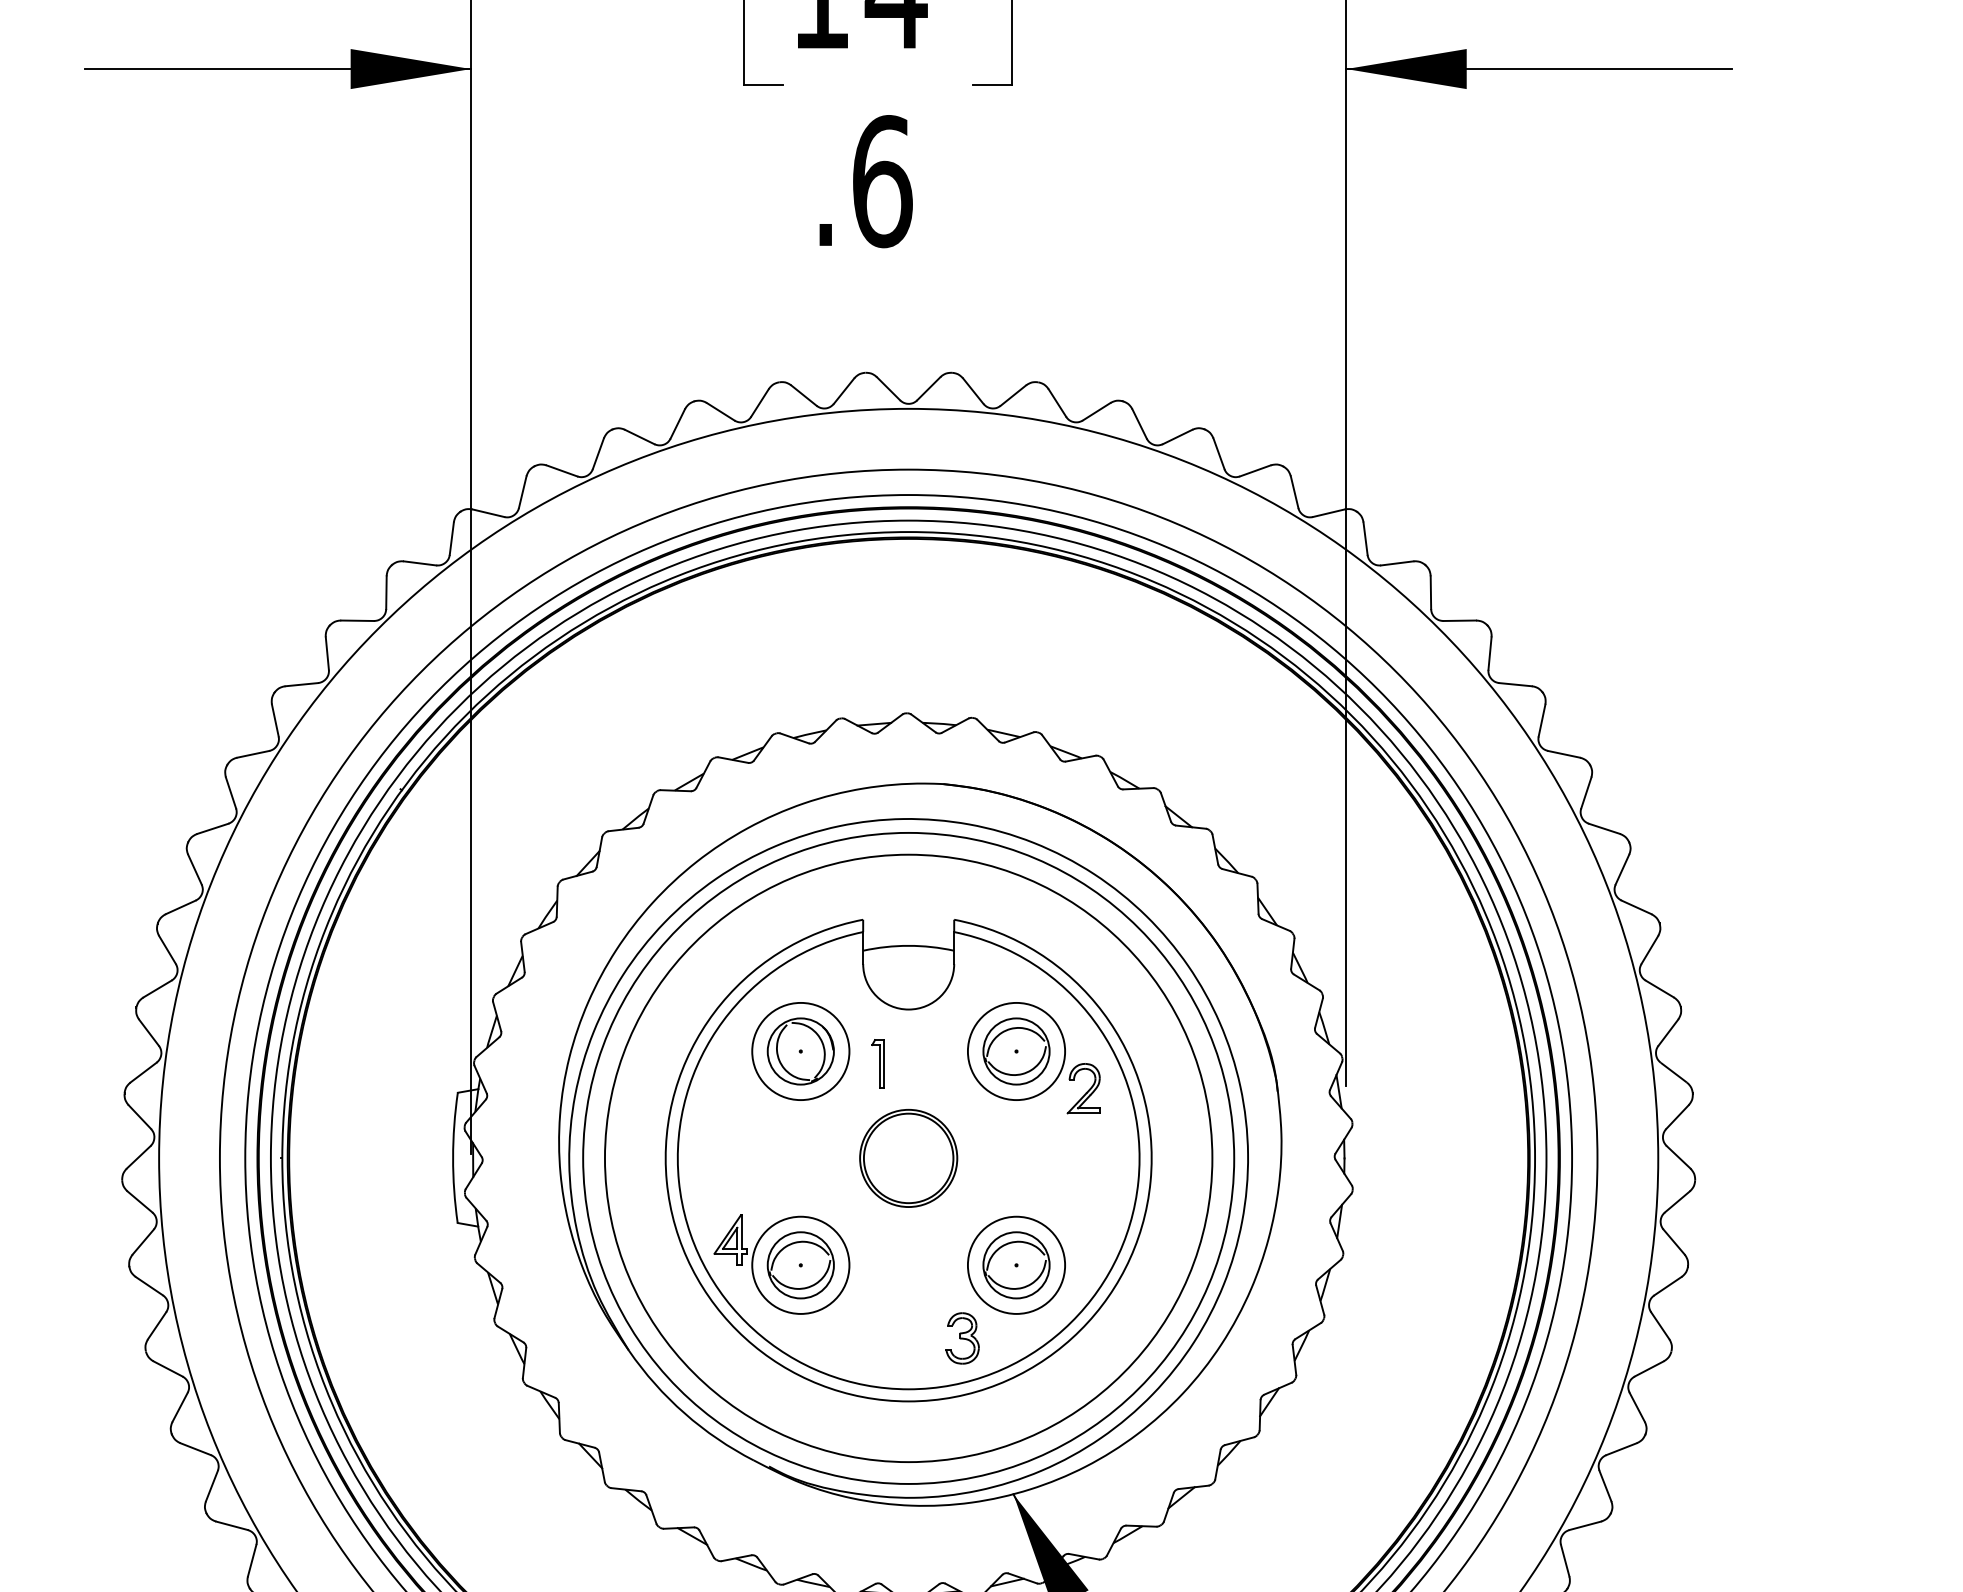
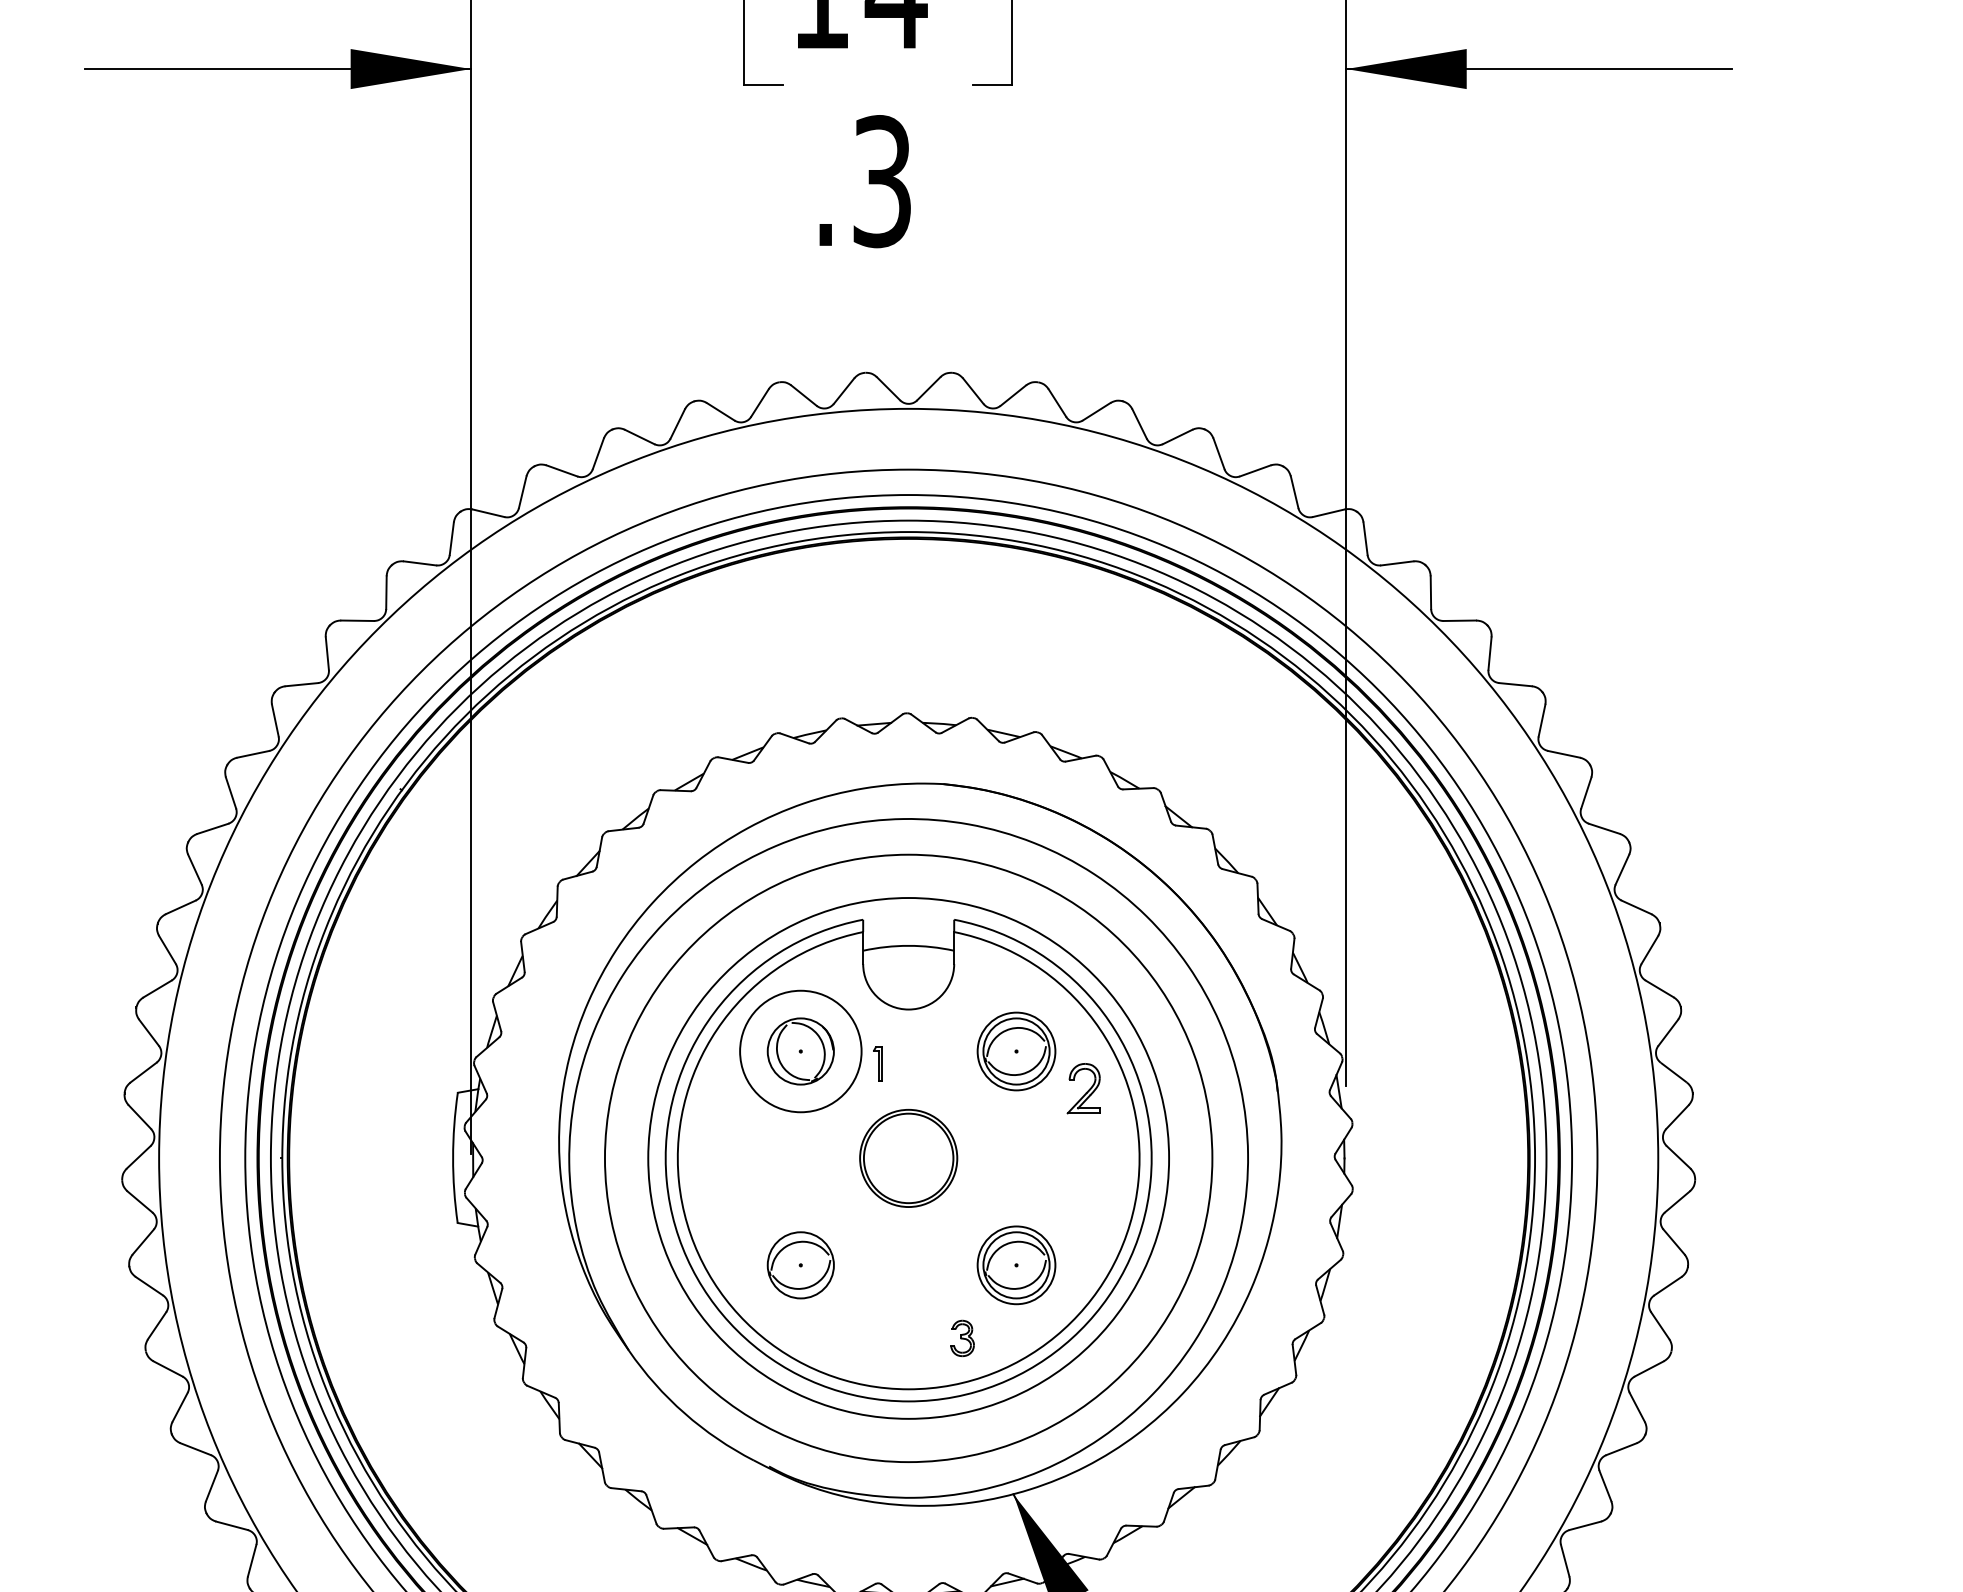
text at (882, 181): .6 -> .3
circle at (800, 1051) diameter: 97 px -> 121 px
circle at (1016, 1051) diameter: 97 px -> 78 px
part at (877, 1063) size: 14x50 px -> 10x36 px
circle at (908, 1157) diameter: 651 px -> 521 px
part at (781, 1264): present -> none
circle at (1016, 1264) diameter: 97 px -> 78 px
part at (962, 1338) size: 35x53 px -> 25x39 px
